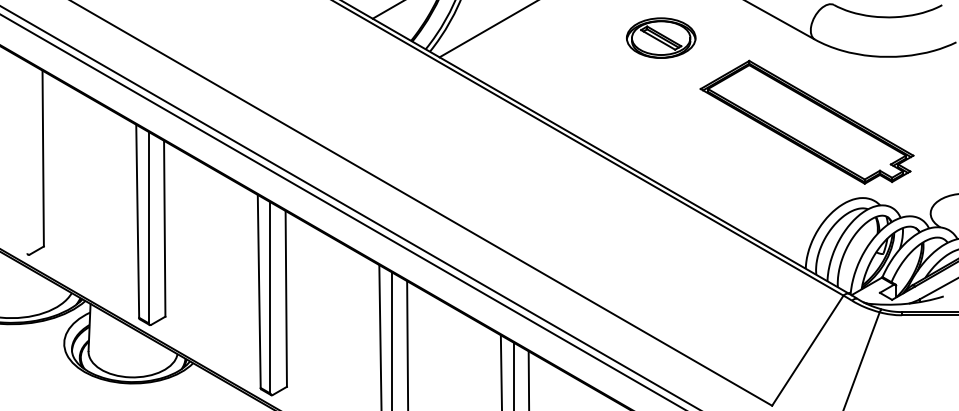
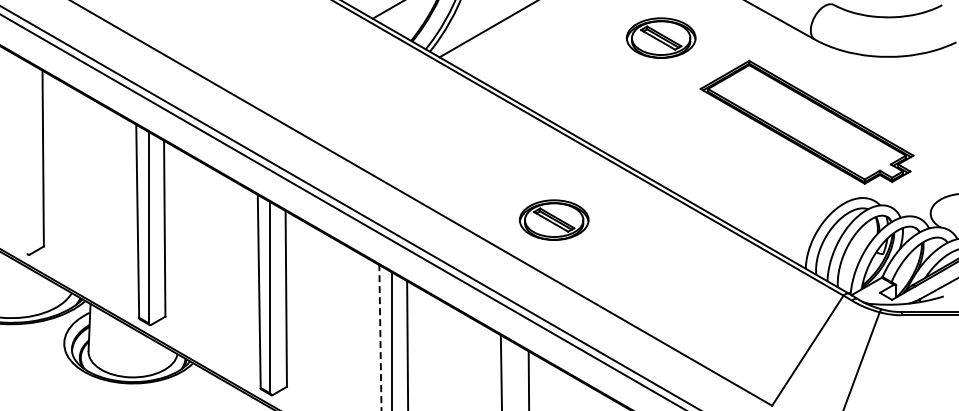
part at (554, 219): none -> present
line at (380, 337): solid -> dashed
line at (513, 374): present -> none
